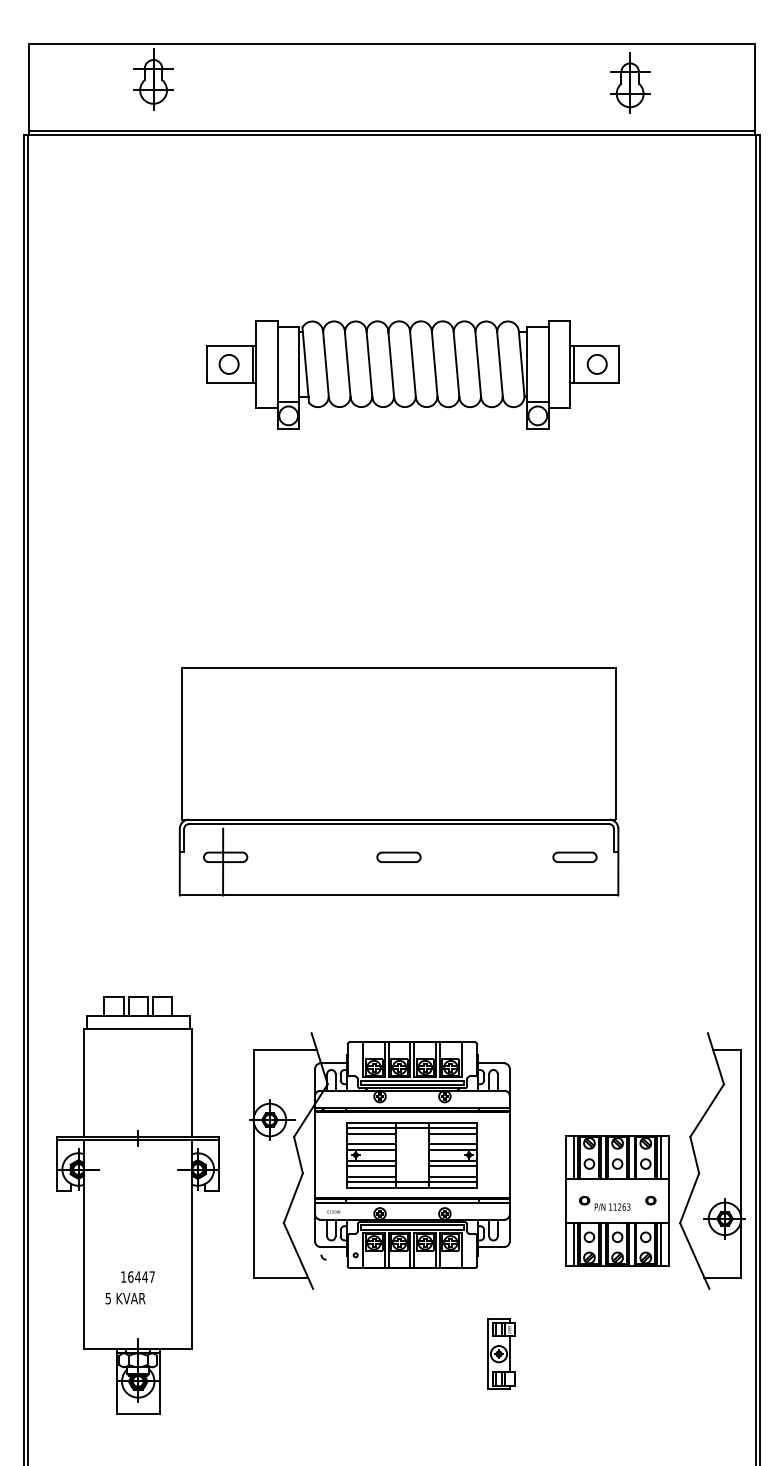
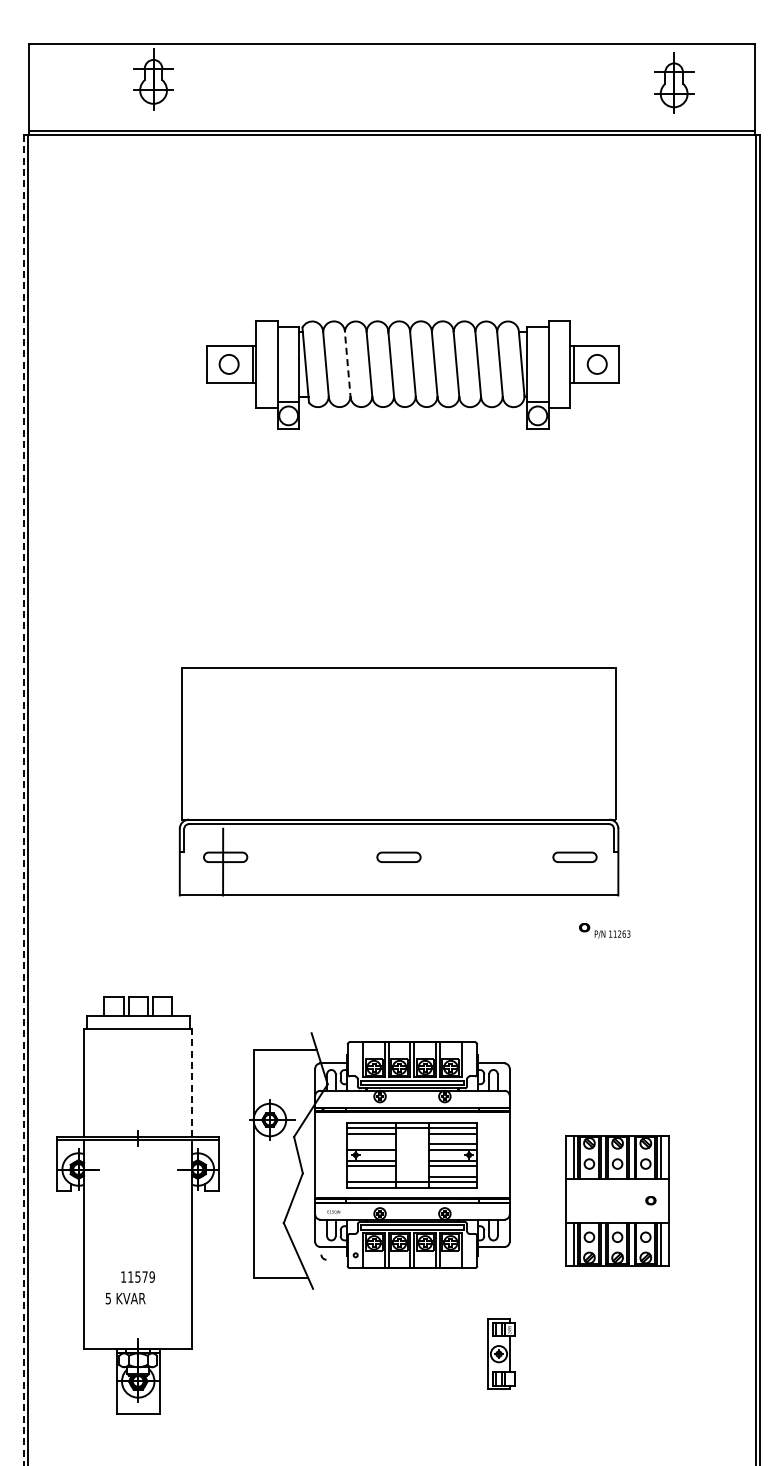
part at (630, 82) position: (630, 82) -> (674, 82)
line at (347, 366): solid -> dashed
line at (23, 800): solid -> dashed
line at (192, 1083): solid -> dashed
line at (371, 1144): present -> none
part at (712, 1160): present -> none
line at (371, 1176): present -> none
part at (604, 1203) position: (604, 1203) -> (604, 930)
text at (141, 1276): 16447 -> 11579
